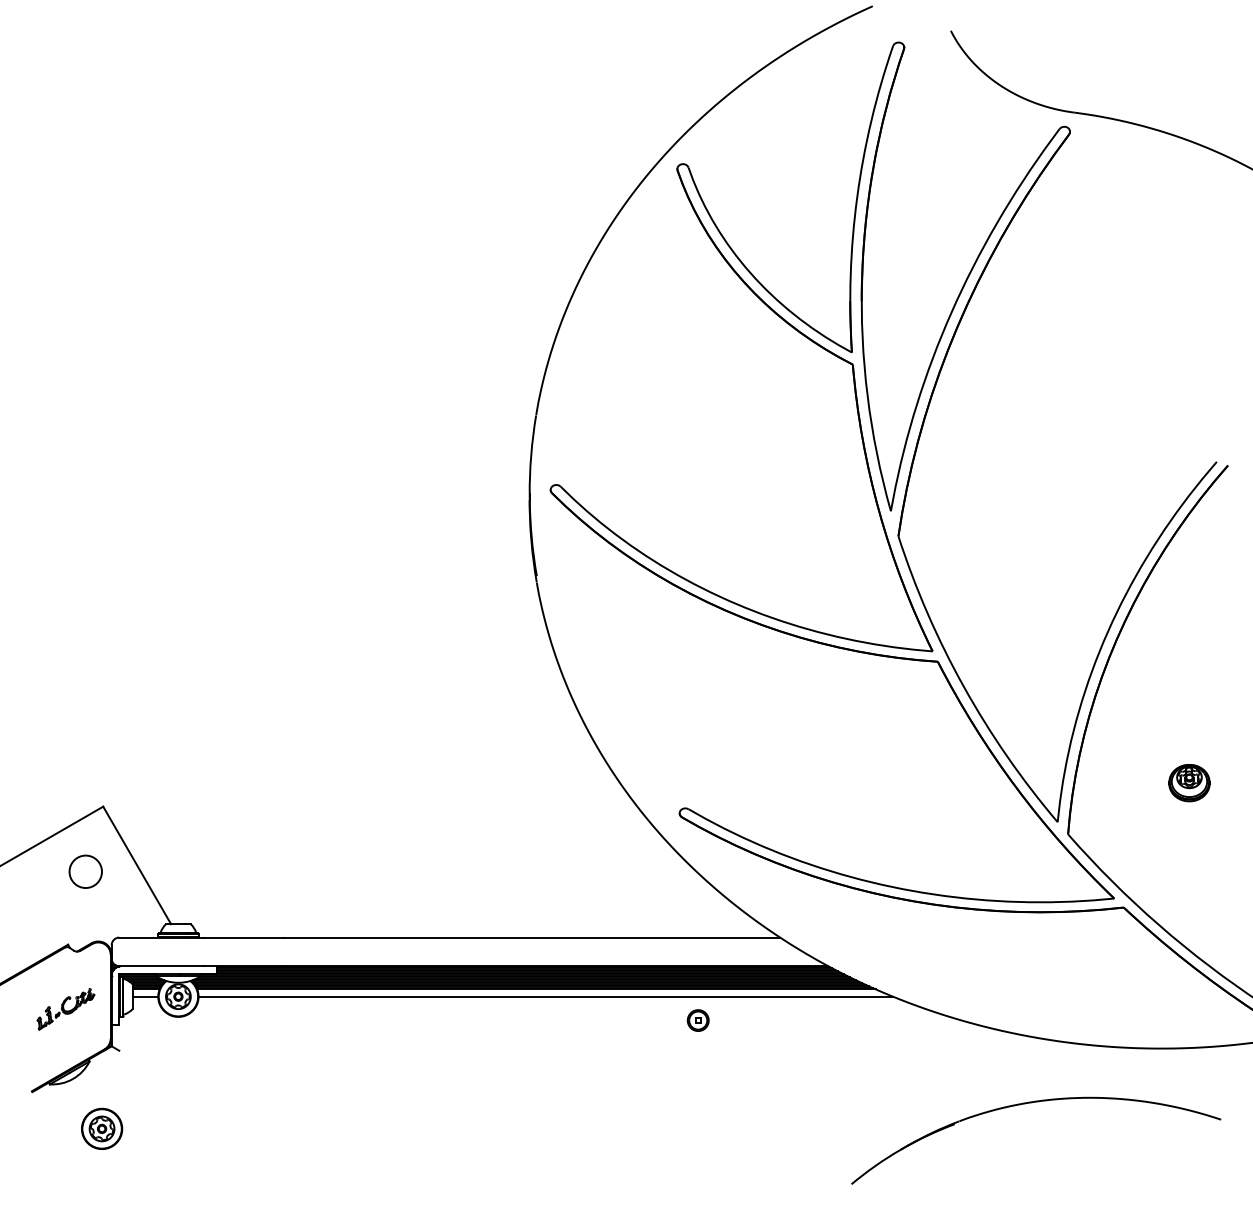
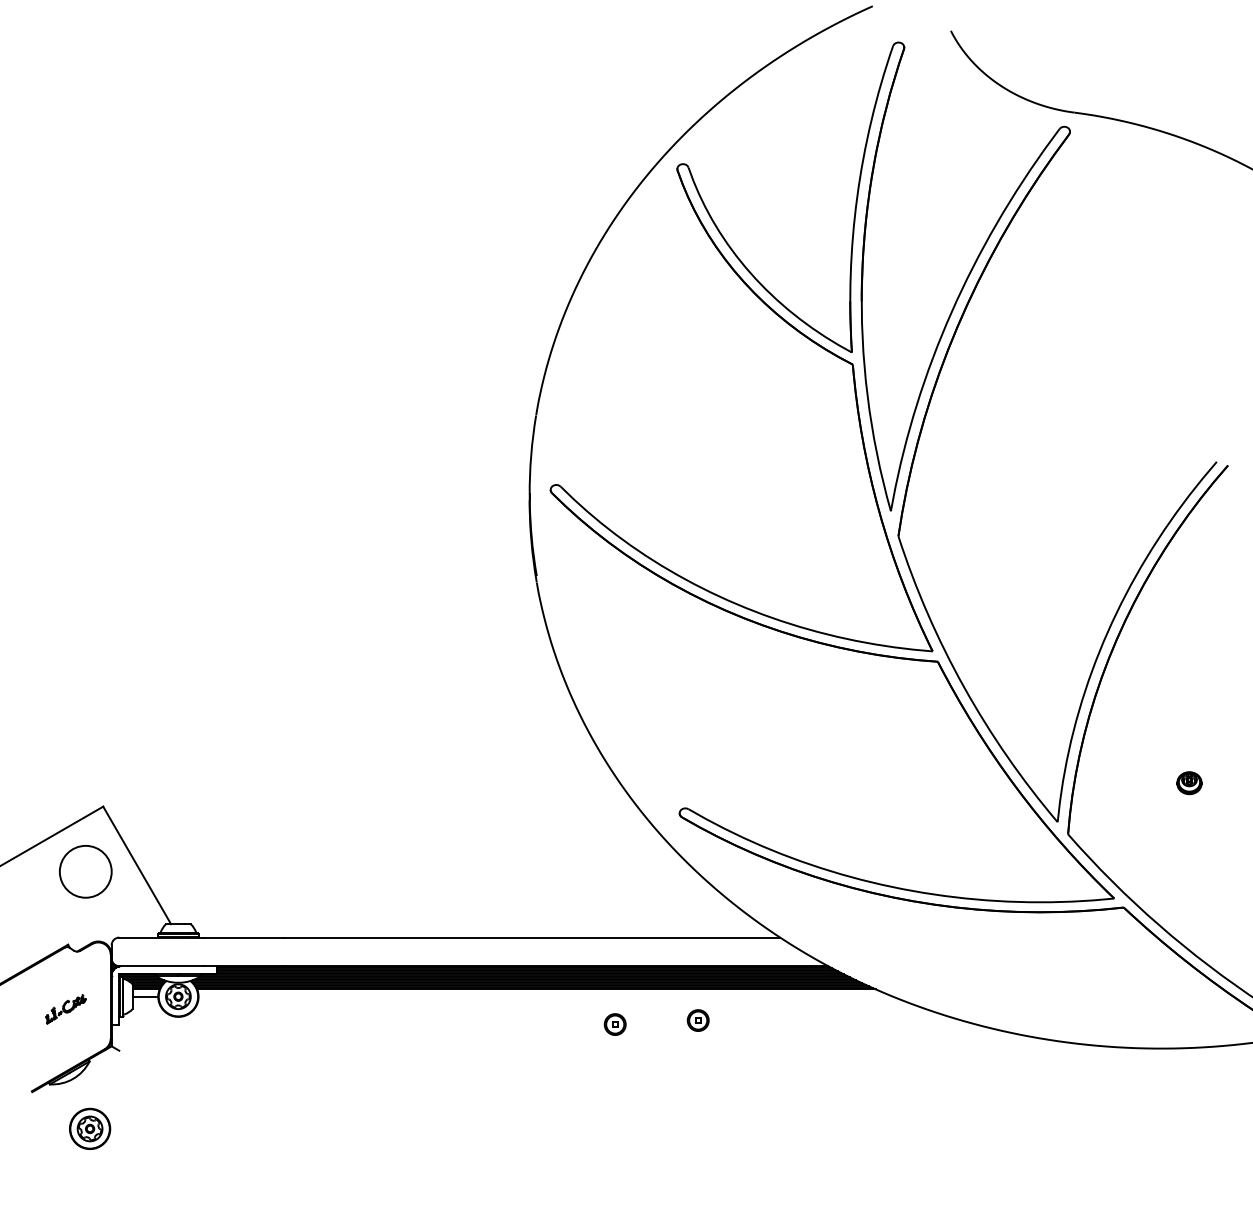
part at (1189, 783) size: 43x39 px -> 27x25 px
circle at (85, 871) diameter: 32 px -> 52 px
line at (545, 996): present -> none
part at (65, 1009) size: 60x43 px -> 42x31 px
part at (614, 1024): none -> present
part at (1032, 1103): present -> none
part at (102, 1128) position: (102, 1128) -> (90, 1128)
